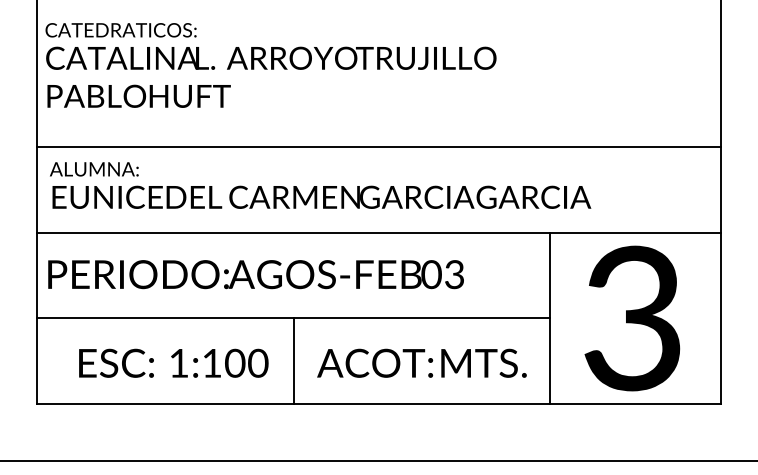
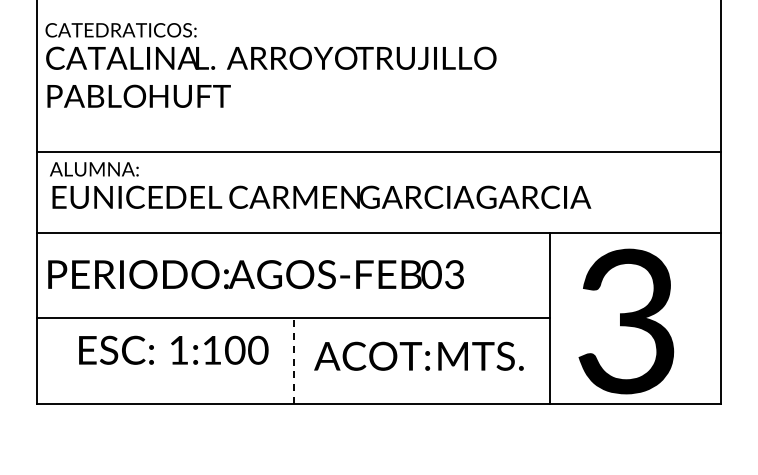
line at (378, 147) position: (378, 147) -> (378, 152)
text at (632, 318) position: (632, 318) -> (626, 321)
line at (293, 360): solid -> dashed
text at (173, 362) position: (173, 362) -> (173, 349)
text at (421, 362) position: (421, 362) -> (418, 355)
line at (378, 460): present -> none
